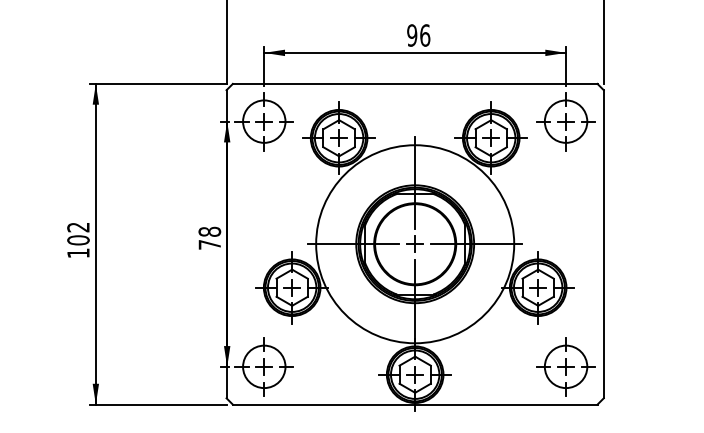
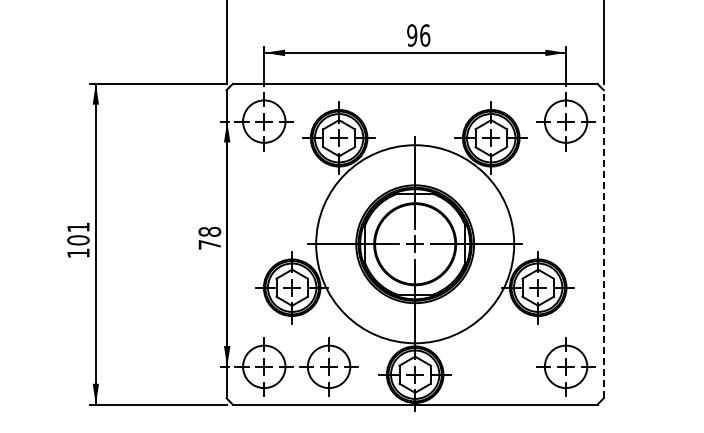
text at (78, 227): 102 -> 101
line at (603, 243): solid -> dashed
part at (328, 366): none -> present
